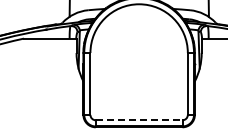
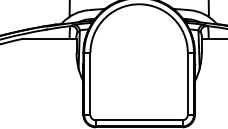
line at (139, 120): dashed -> solid
